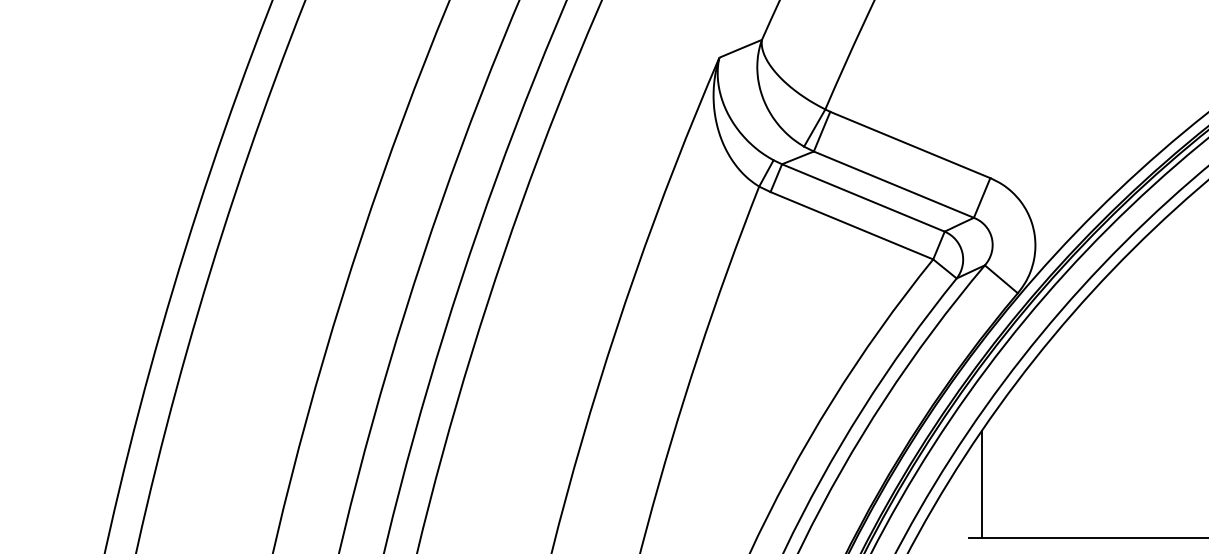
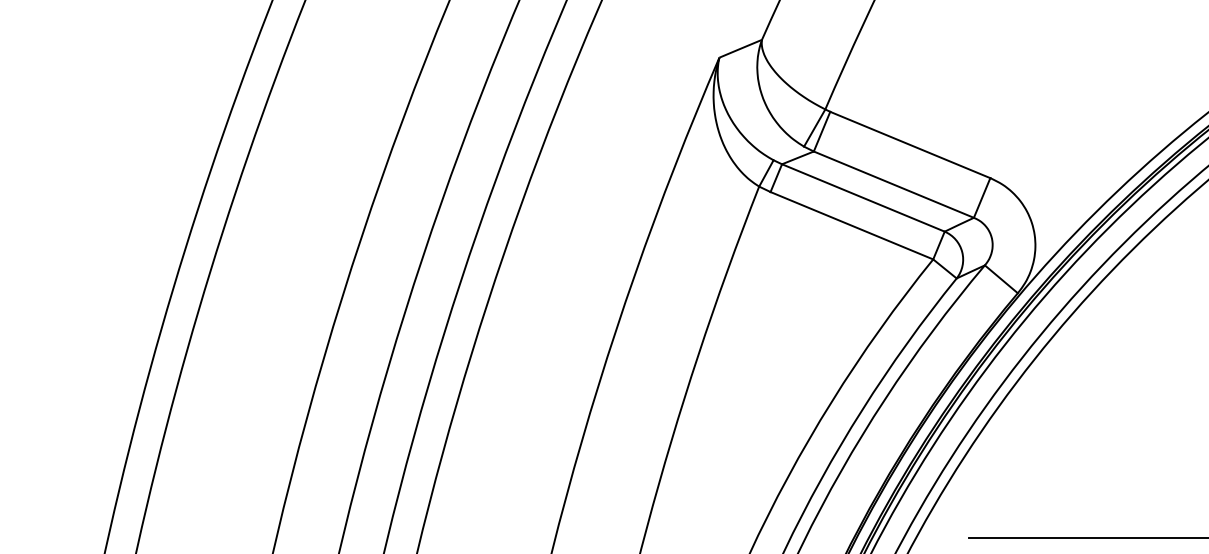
line at (982, 483): present -> none
